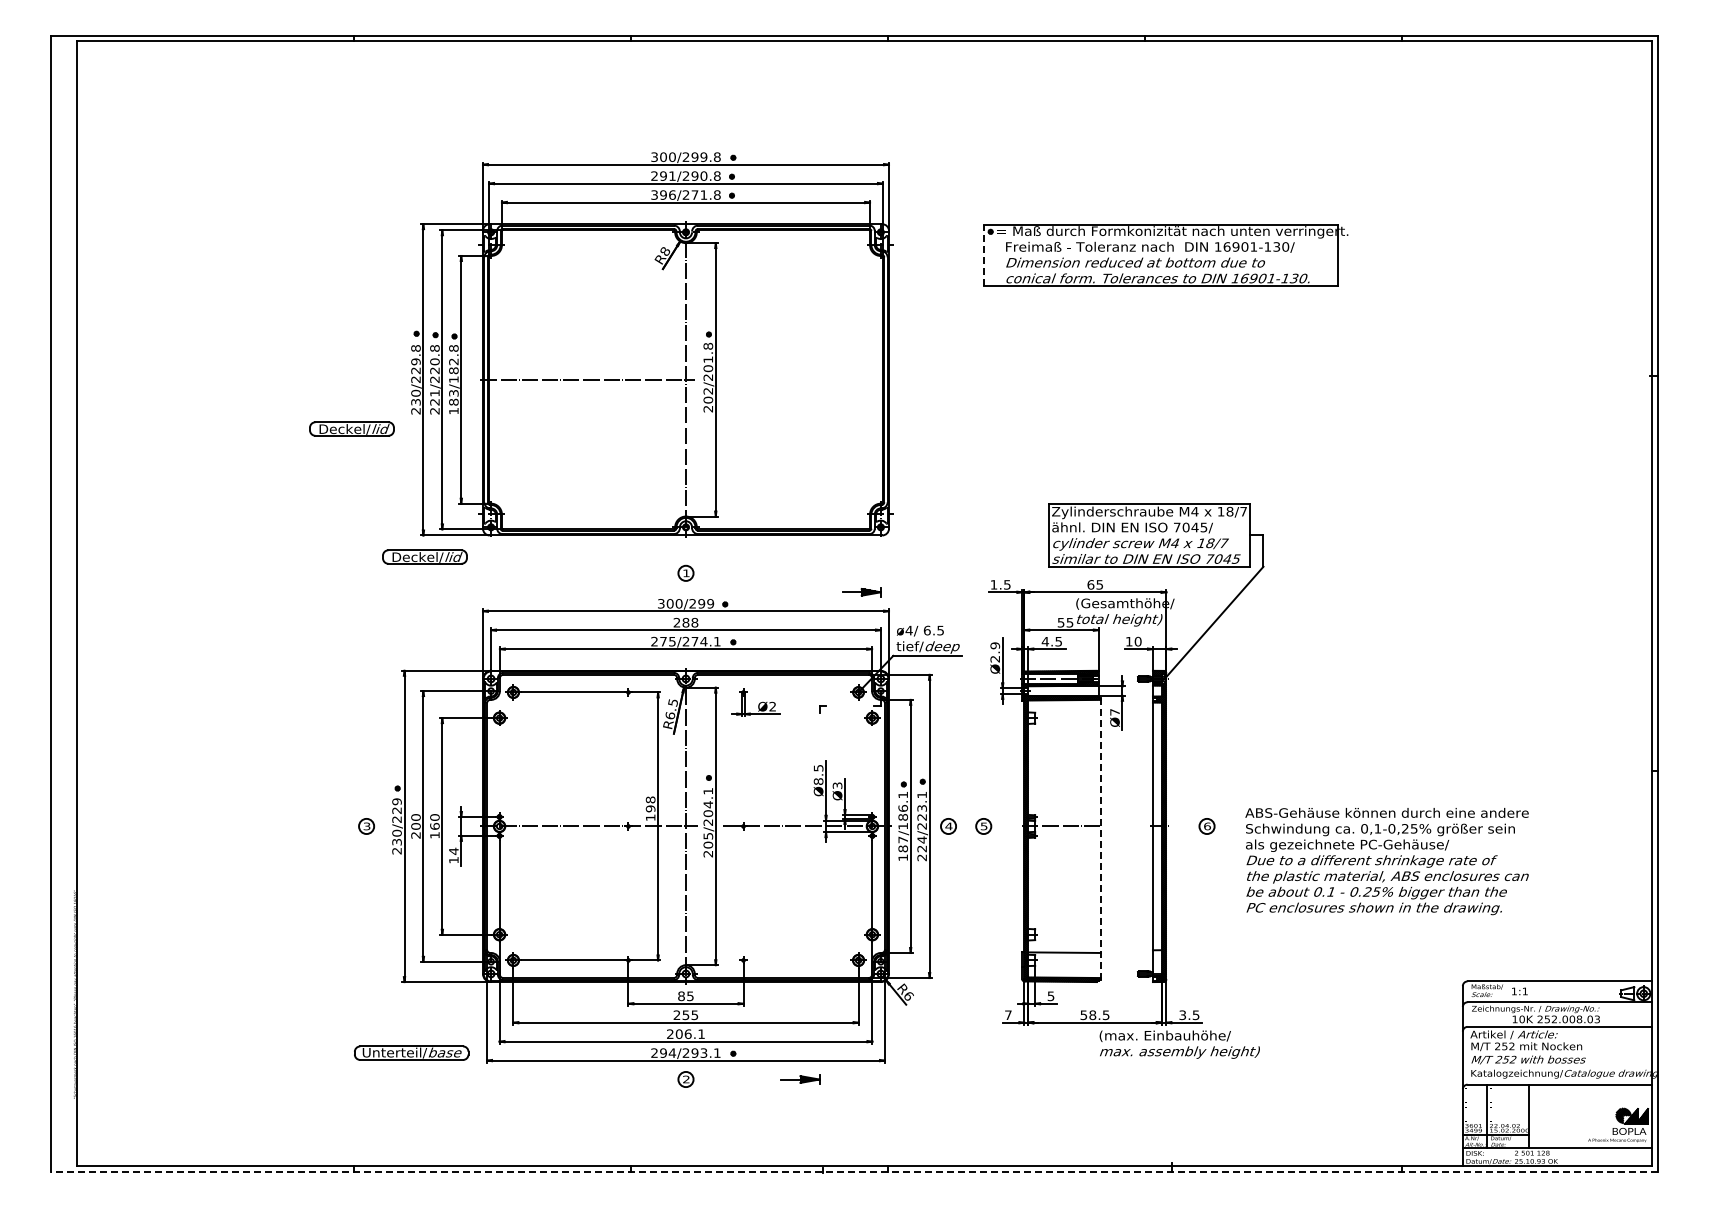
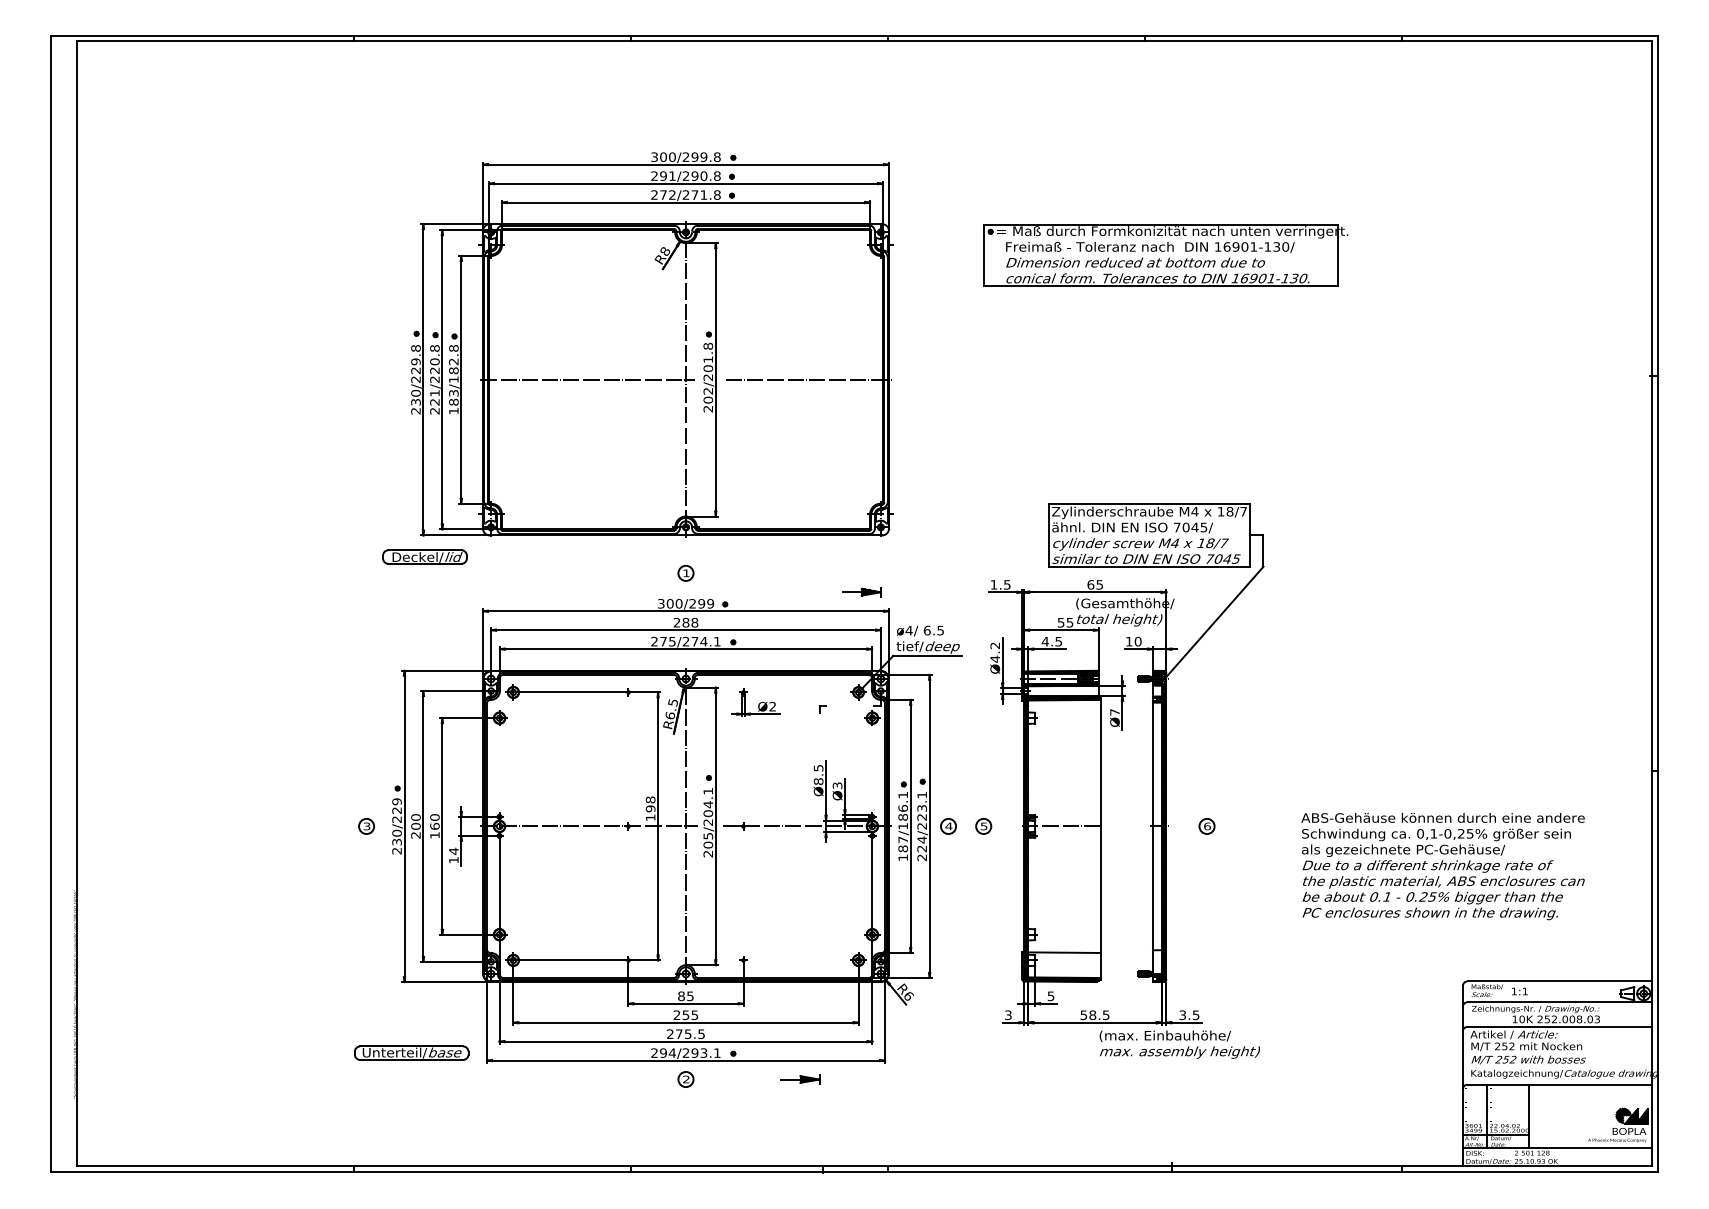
text at (663, 194): 396/271.8 -> 272/271.8
line at (983, 255): dashed -> solid
line at (808, 379): none -> present
part at (351, 428): present -> none
text at (995, 652): Ø2.9 -> Ø4.2
line at (1100, 839): dashed -> solid
text at (1386, 861) position: (1386, 861) -> (1442, 866)
text at (1008, 1015): 7 -> 3
text at (689, 1033): 206.1 -> 275.5
line at (854, 1171): dashed -> solid
